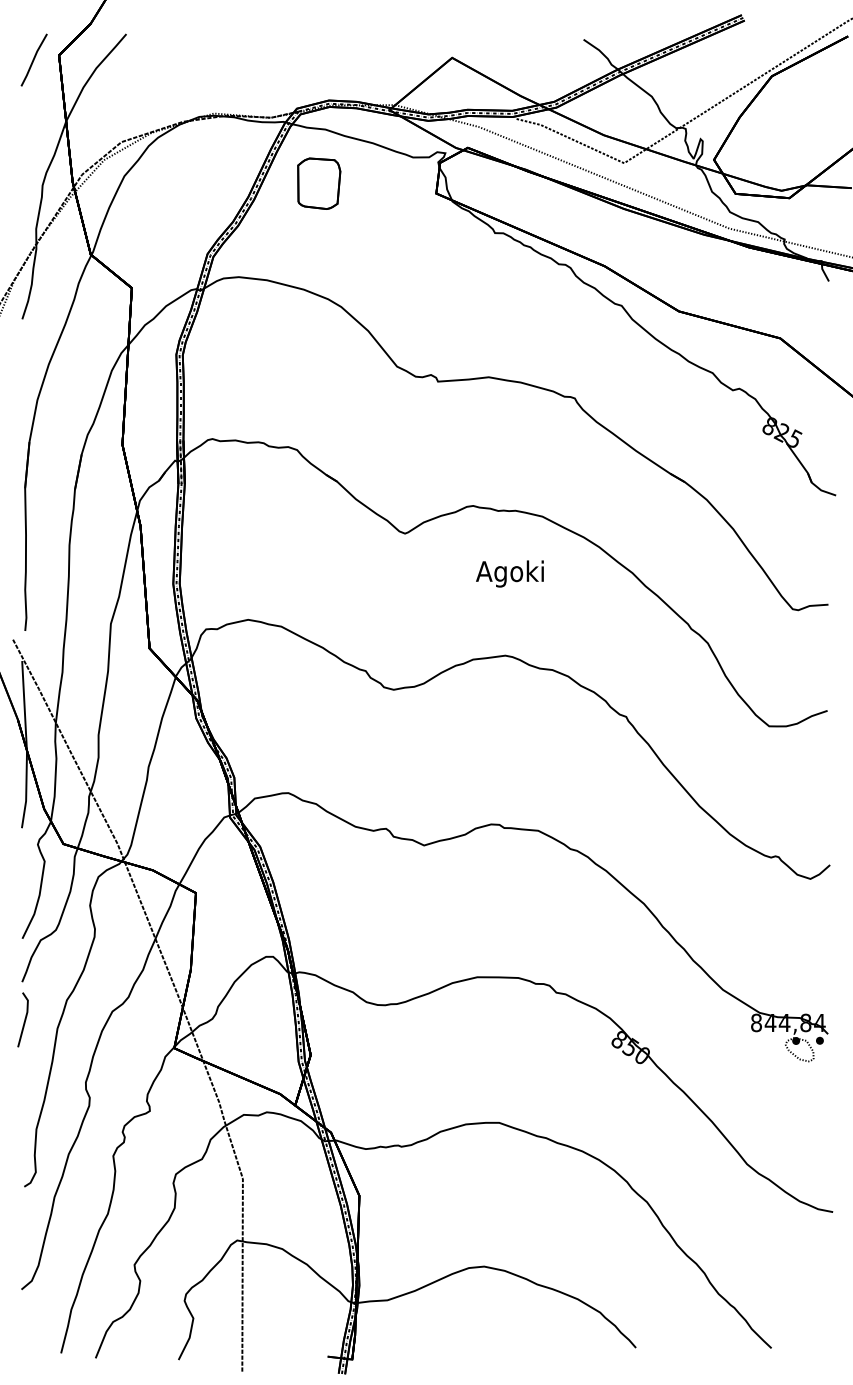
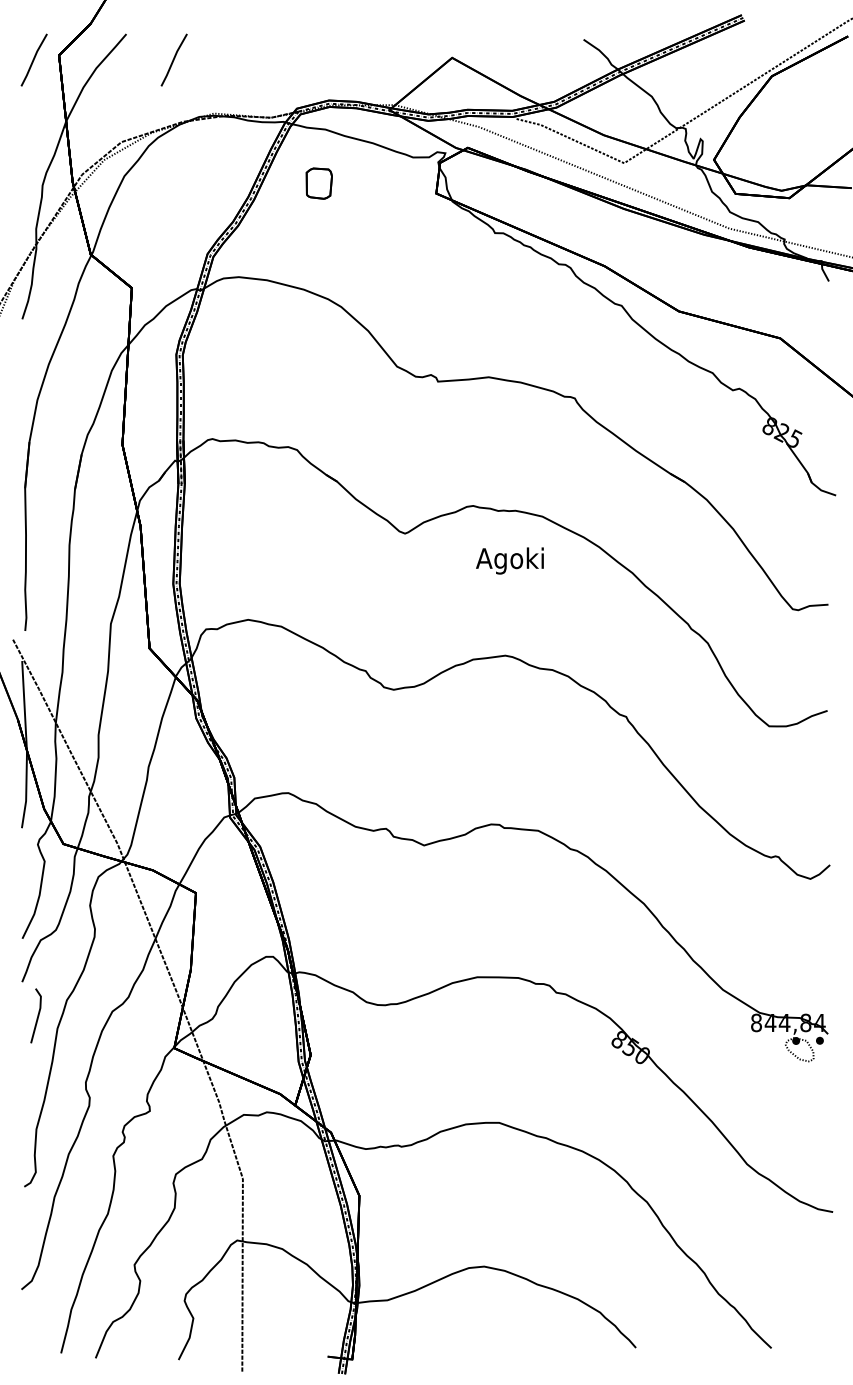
line at (173, 59): none -> present
part at (319, 183) size: 45x53 px -> 28x33 px
text at (509, 573) position: (509, 573) -> (509, 560)
line at (24, 1019) position: (24, 1019) -> (37, 1015)
